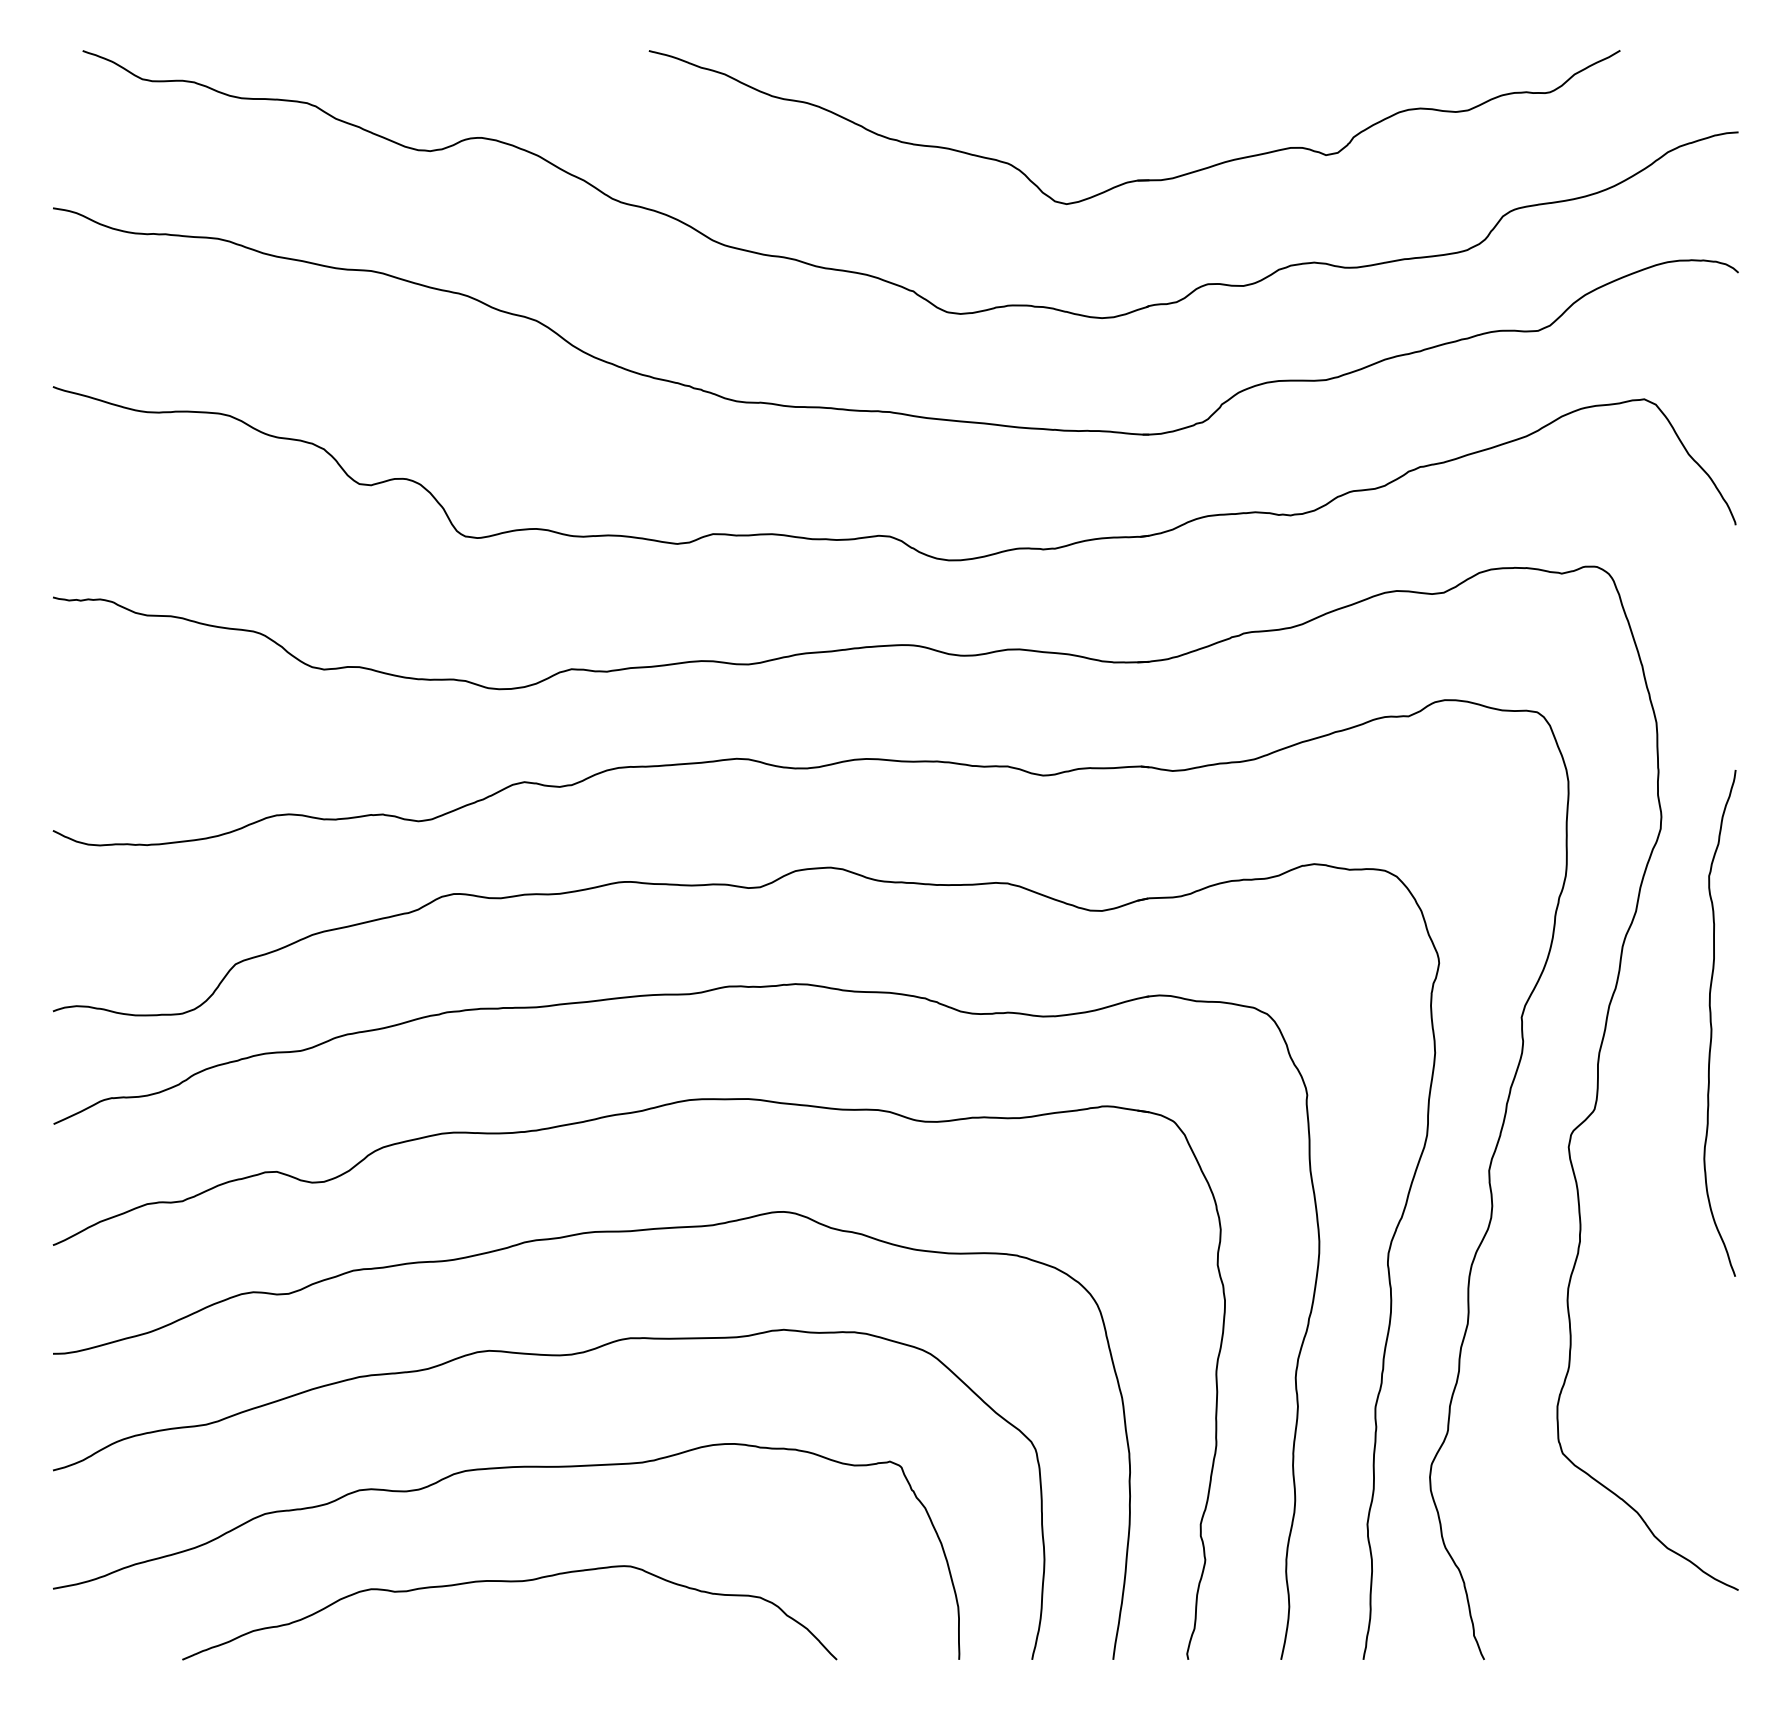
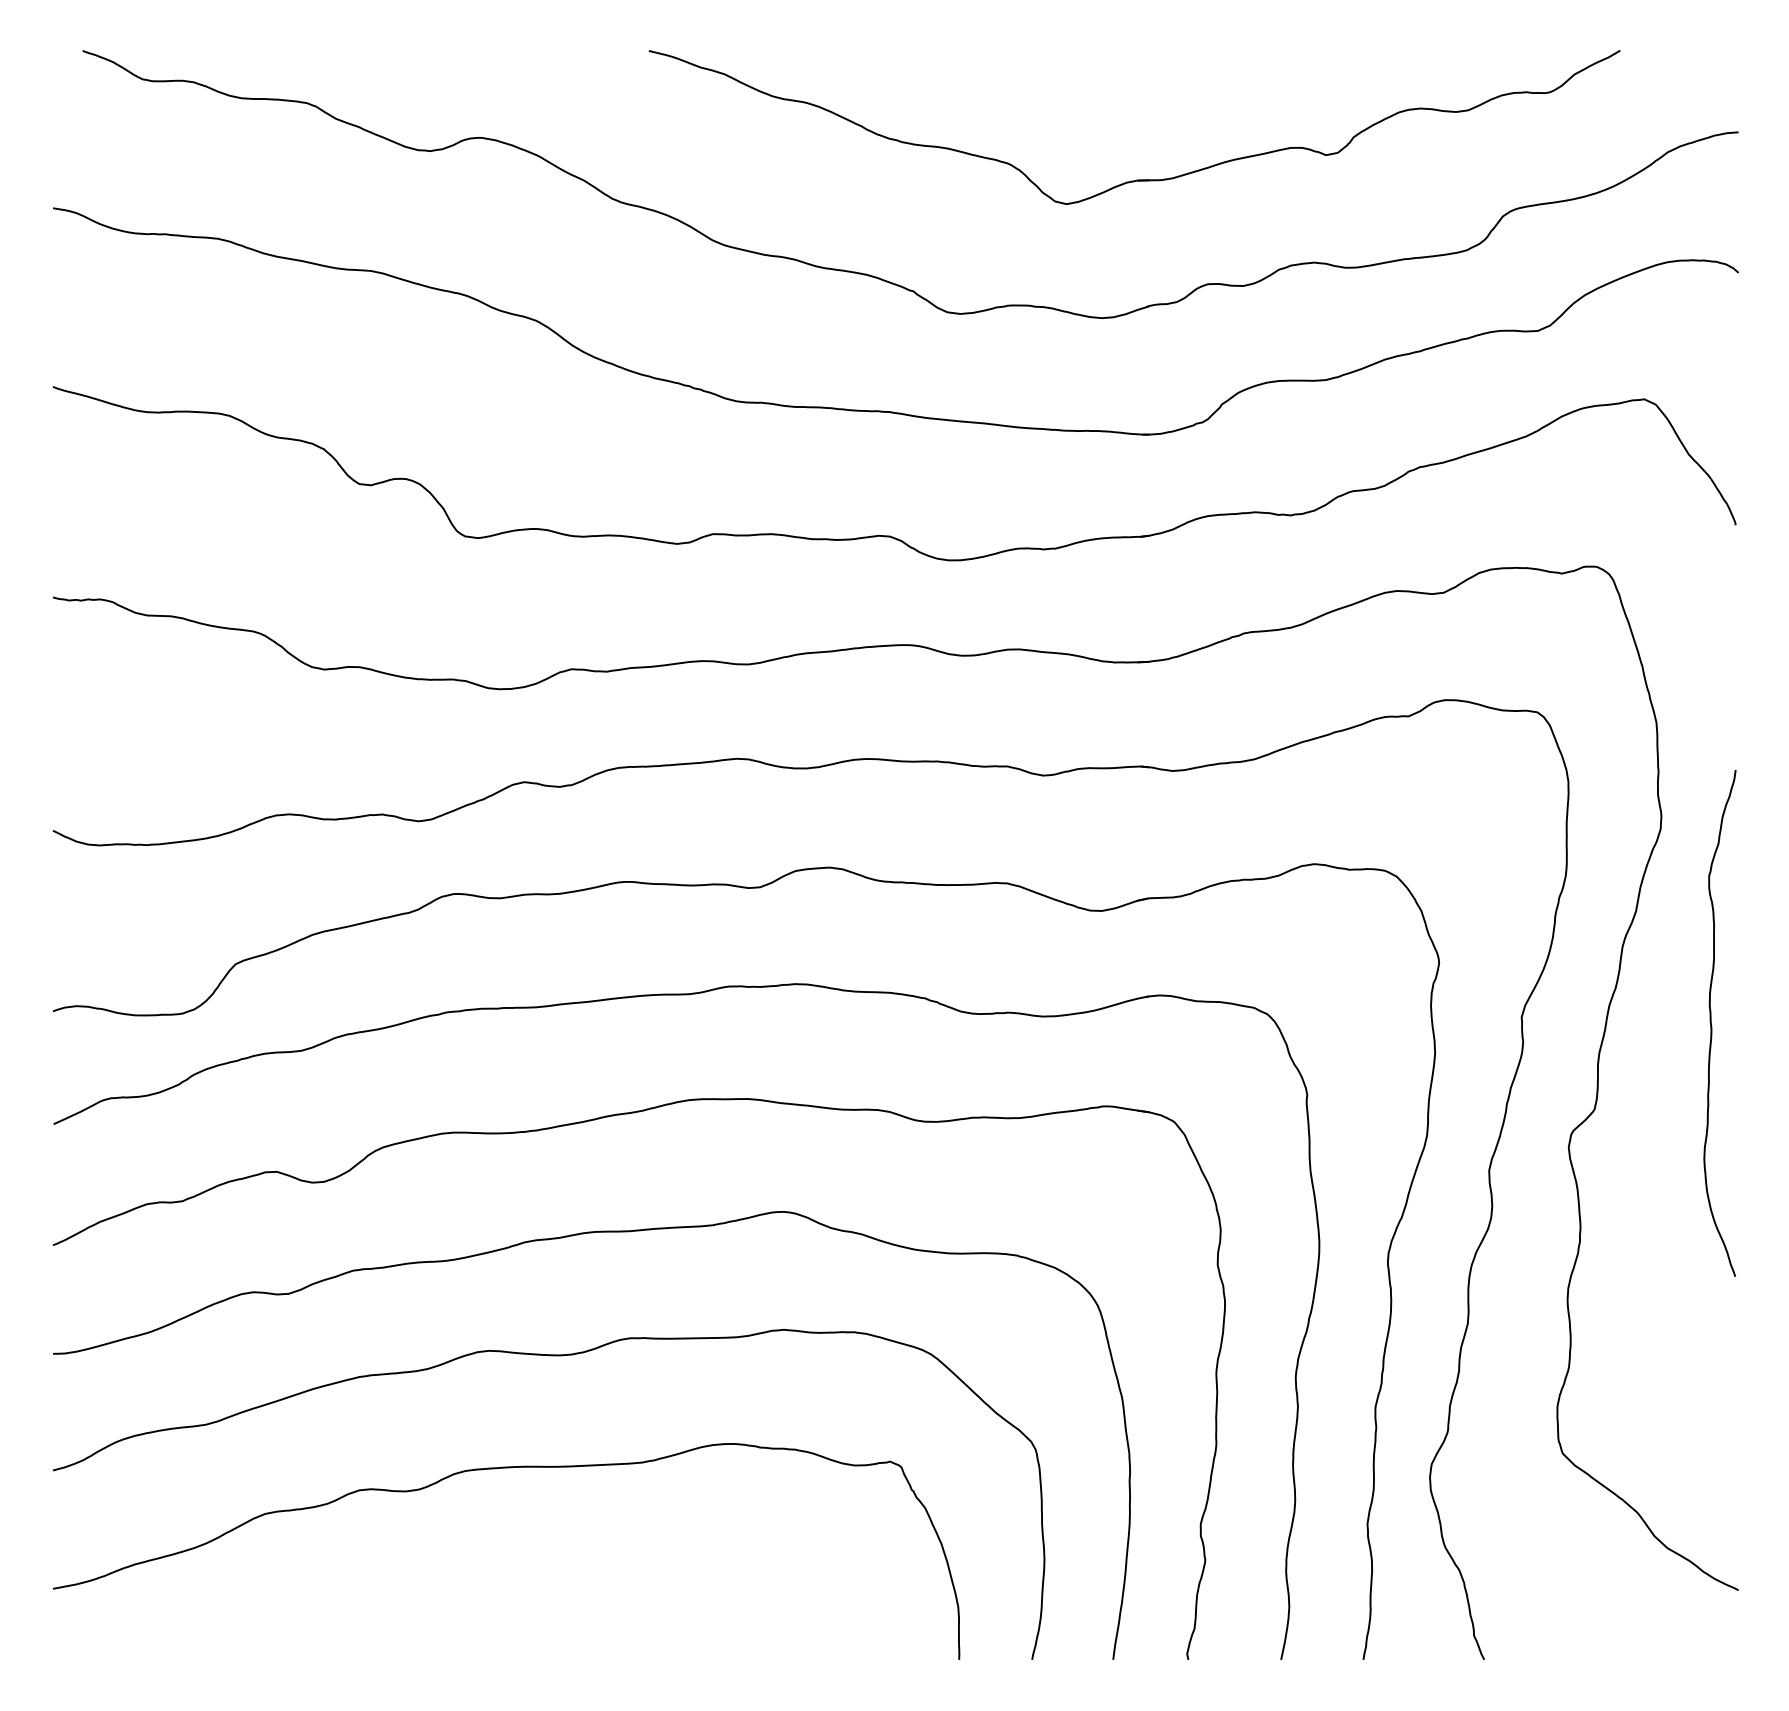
curve at (509, 1582): present -> none
